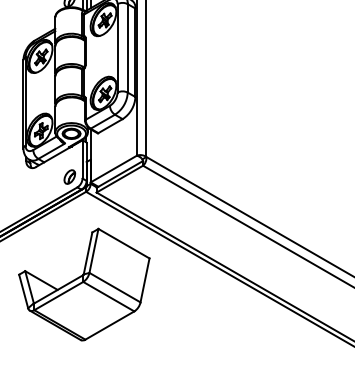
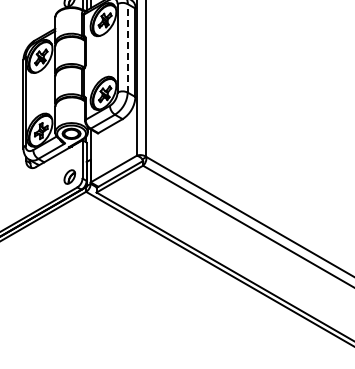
line at (127, 47): solid -> dashed
part at (84, 284): present -> none
